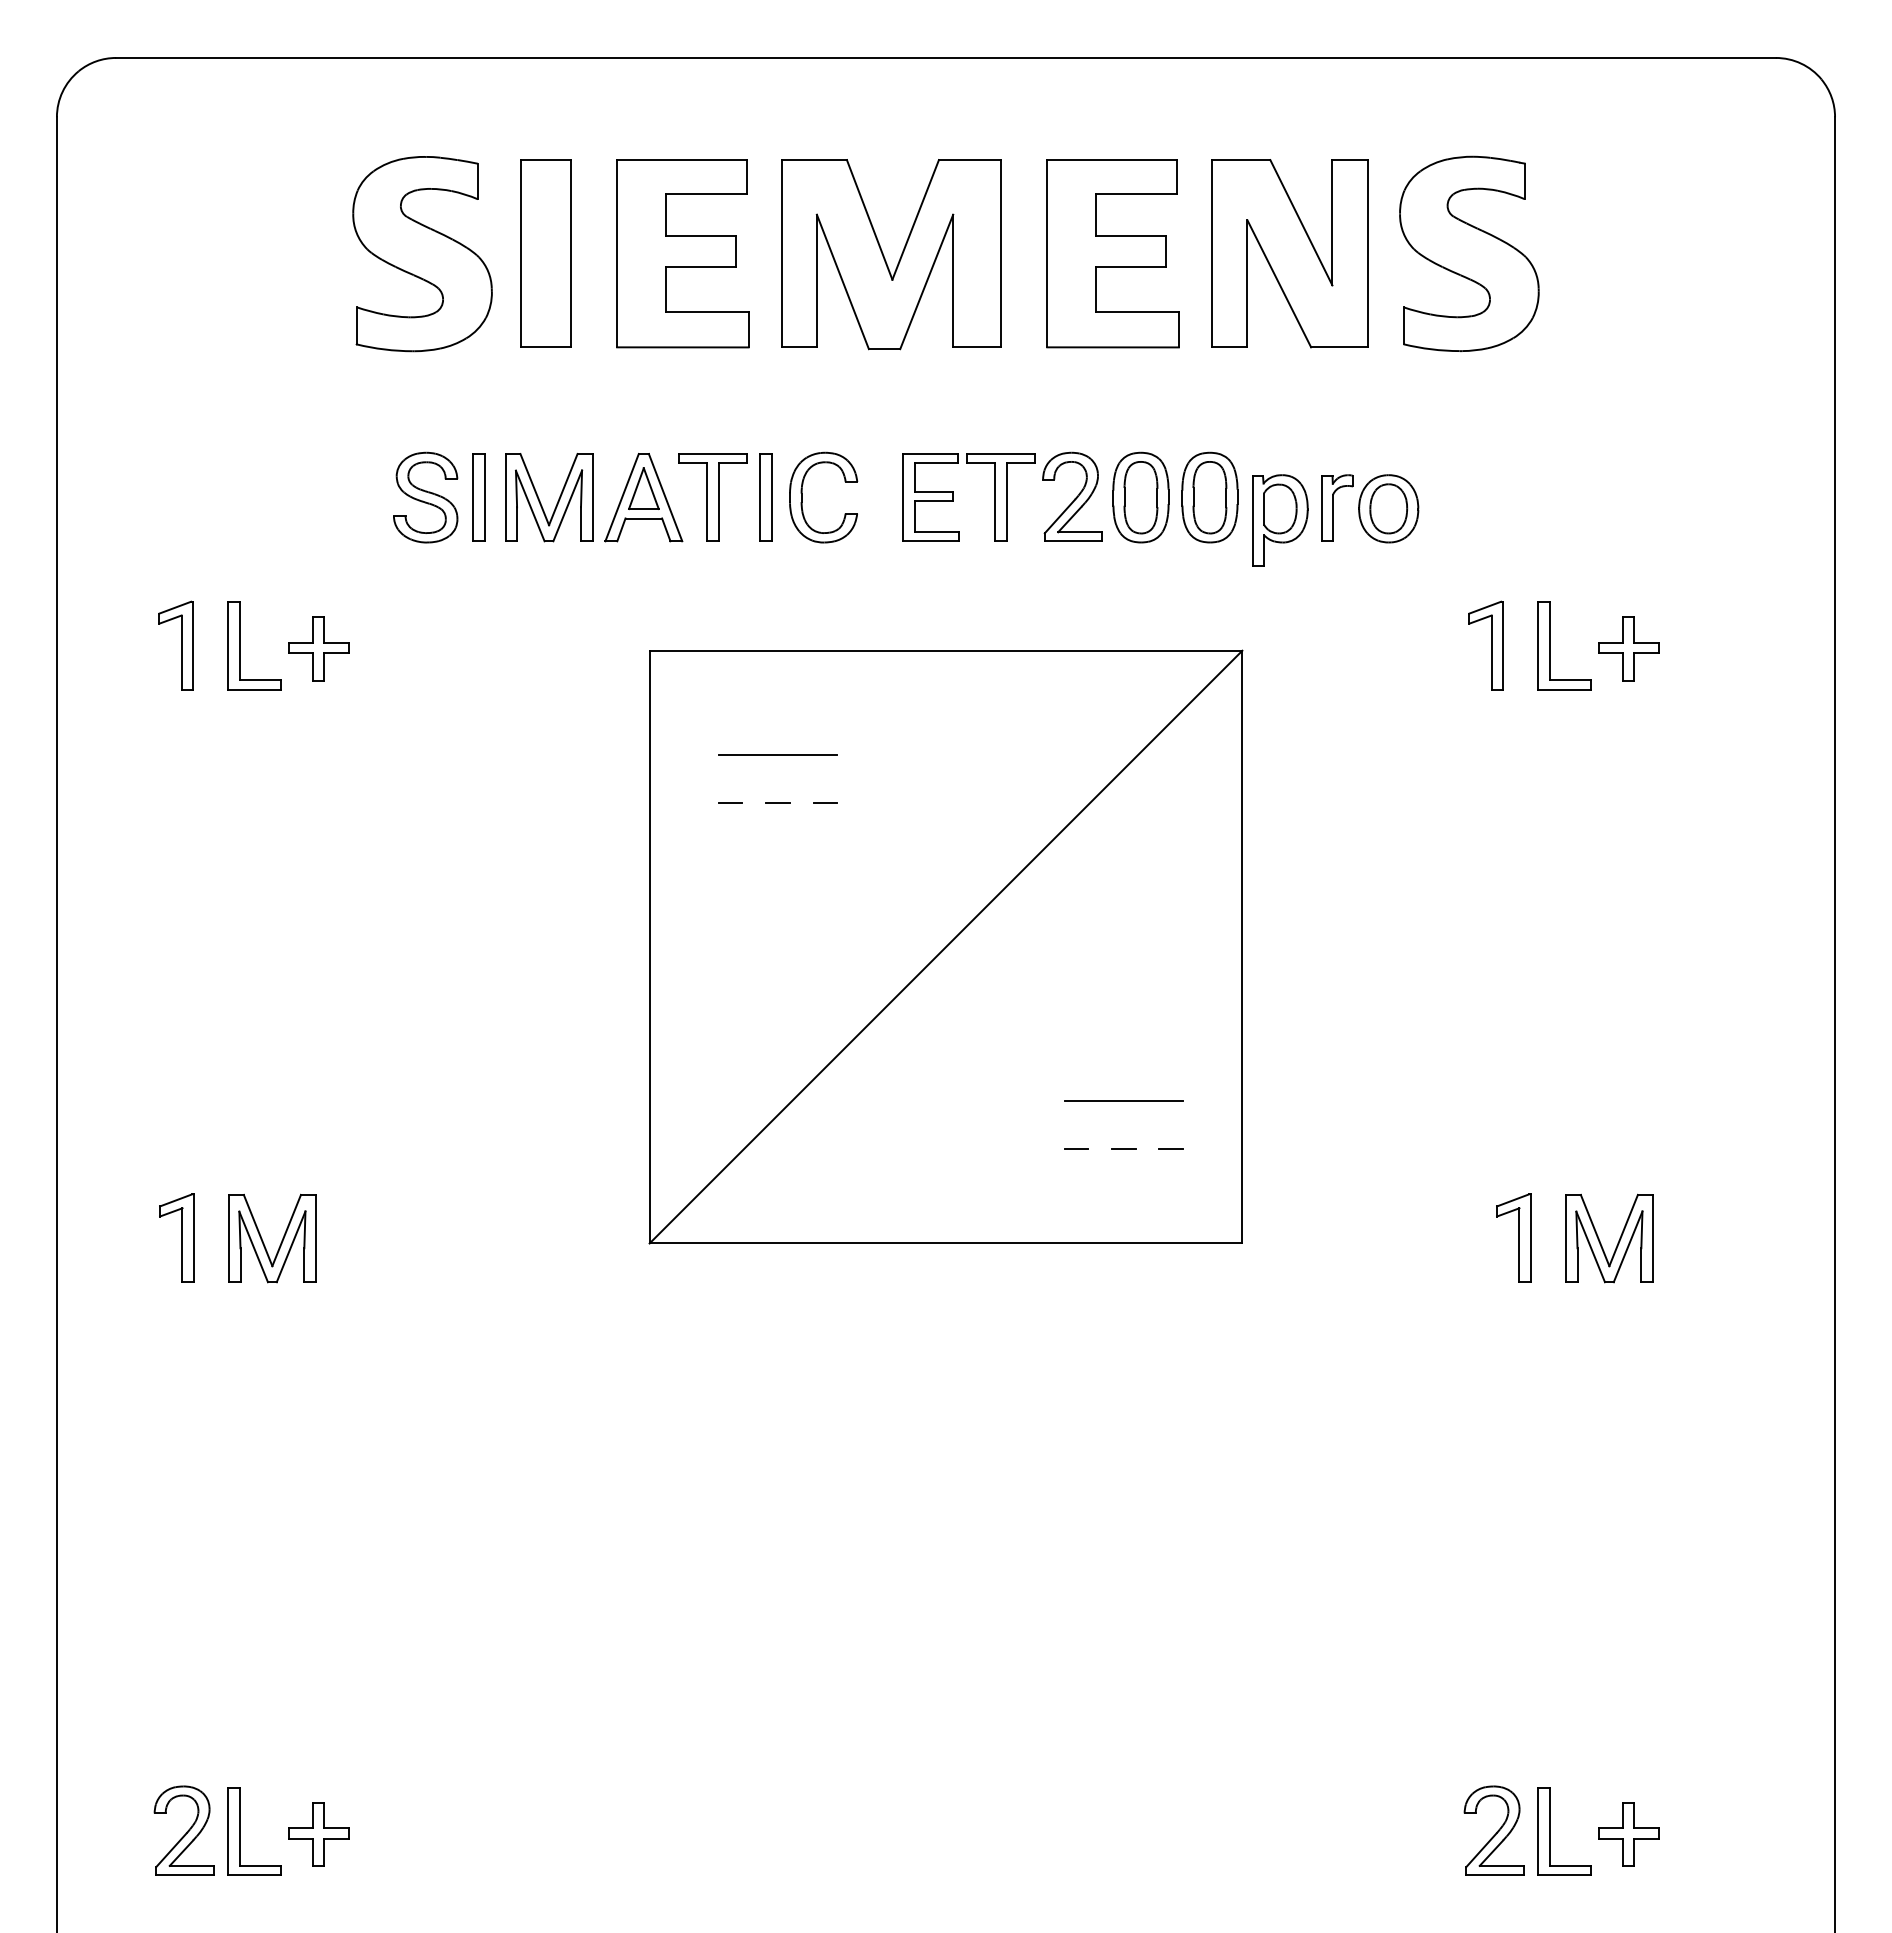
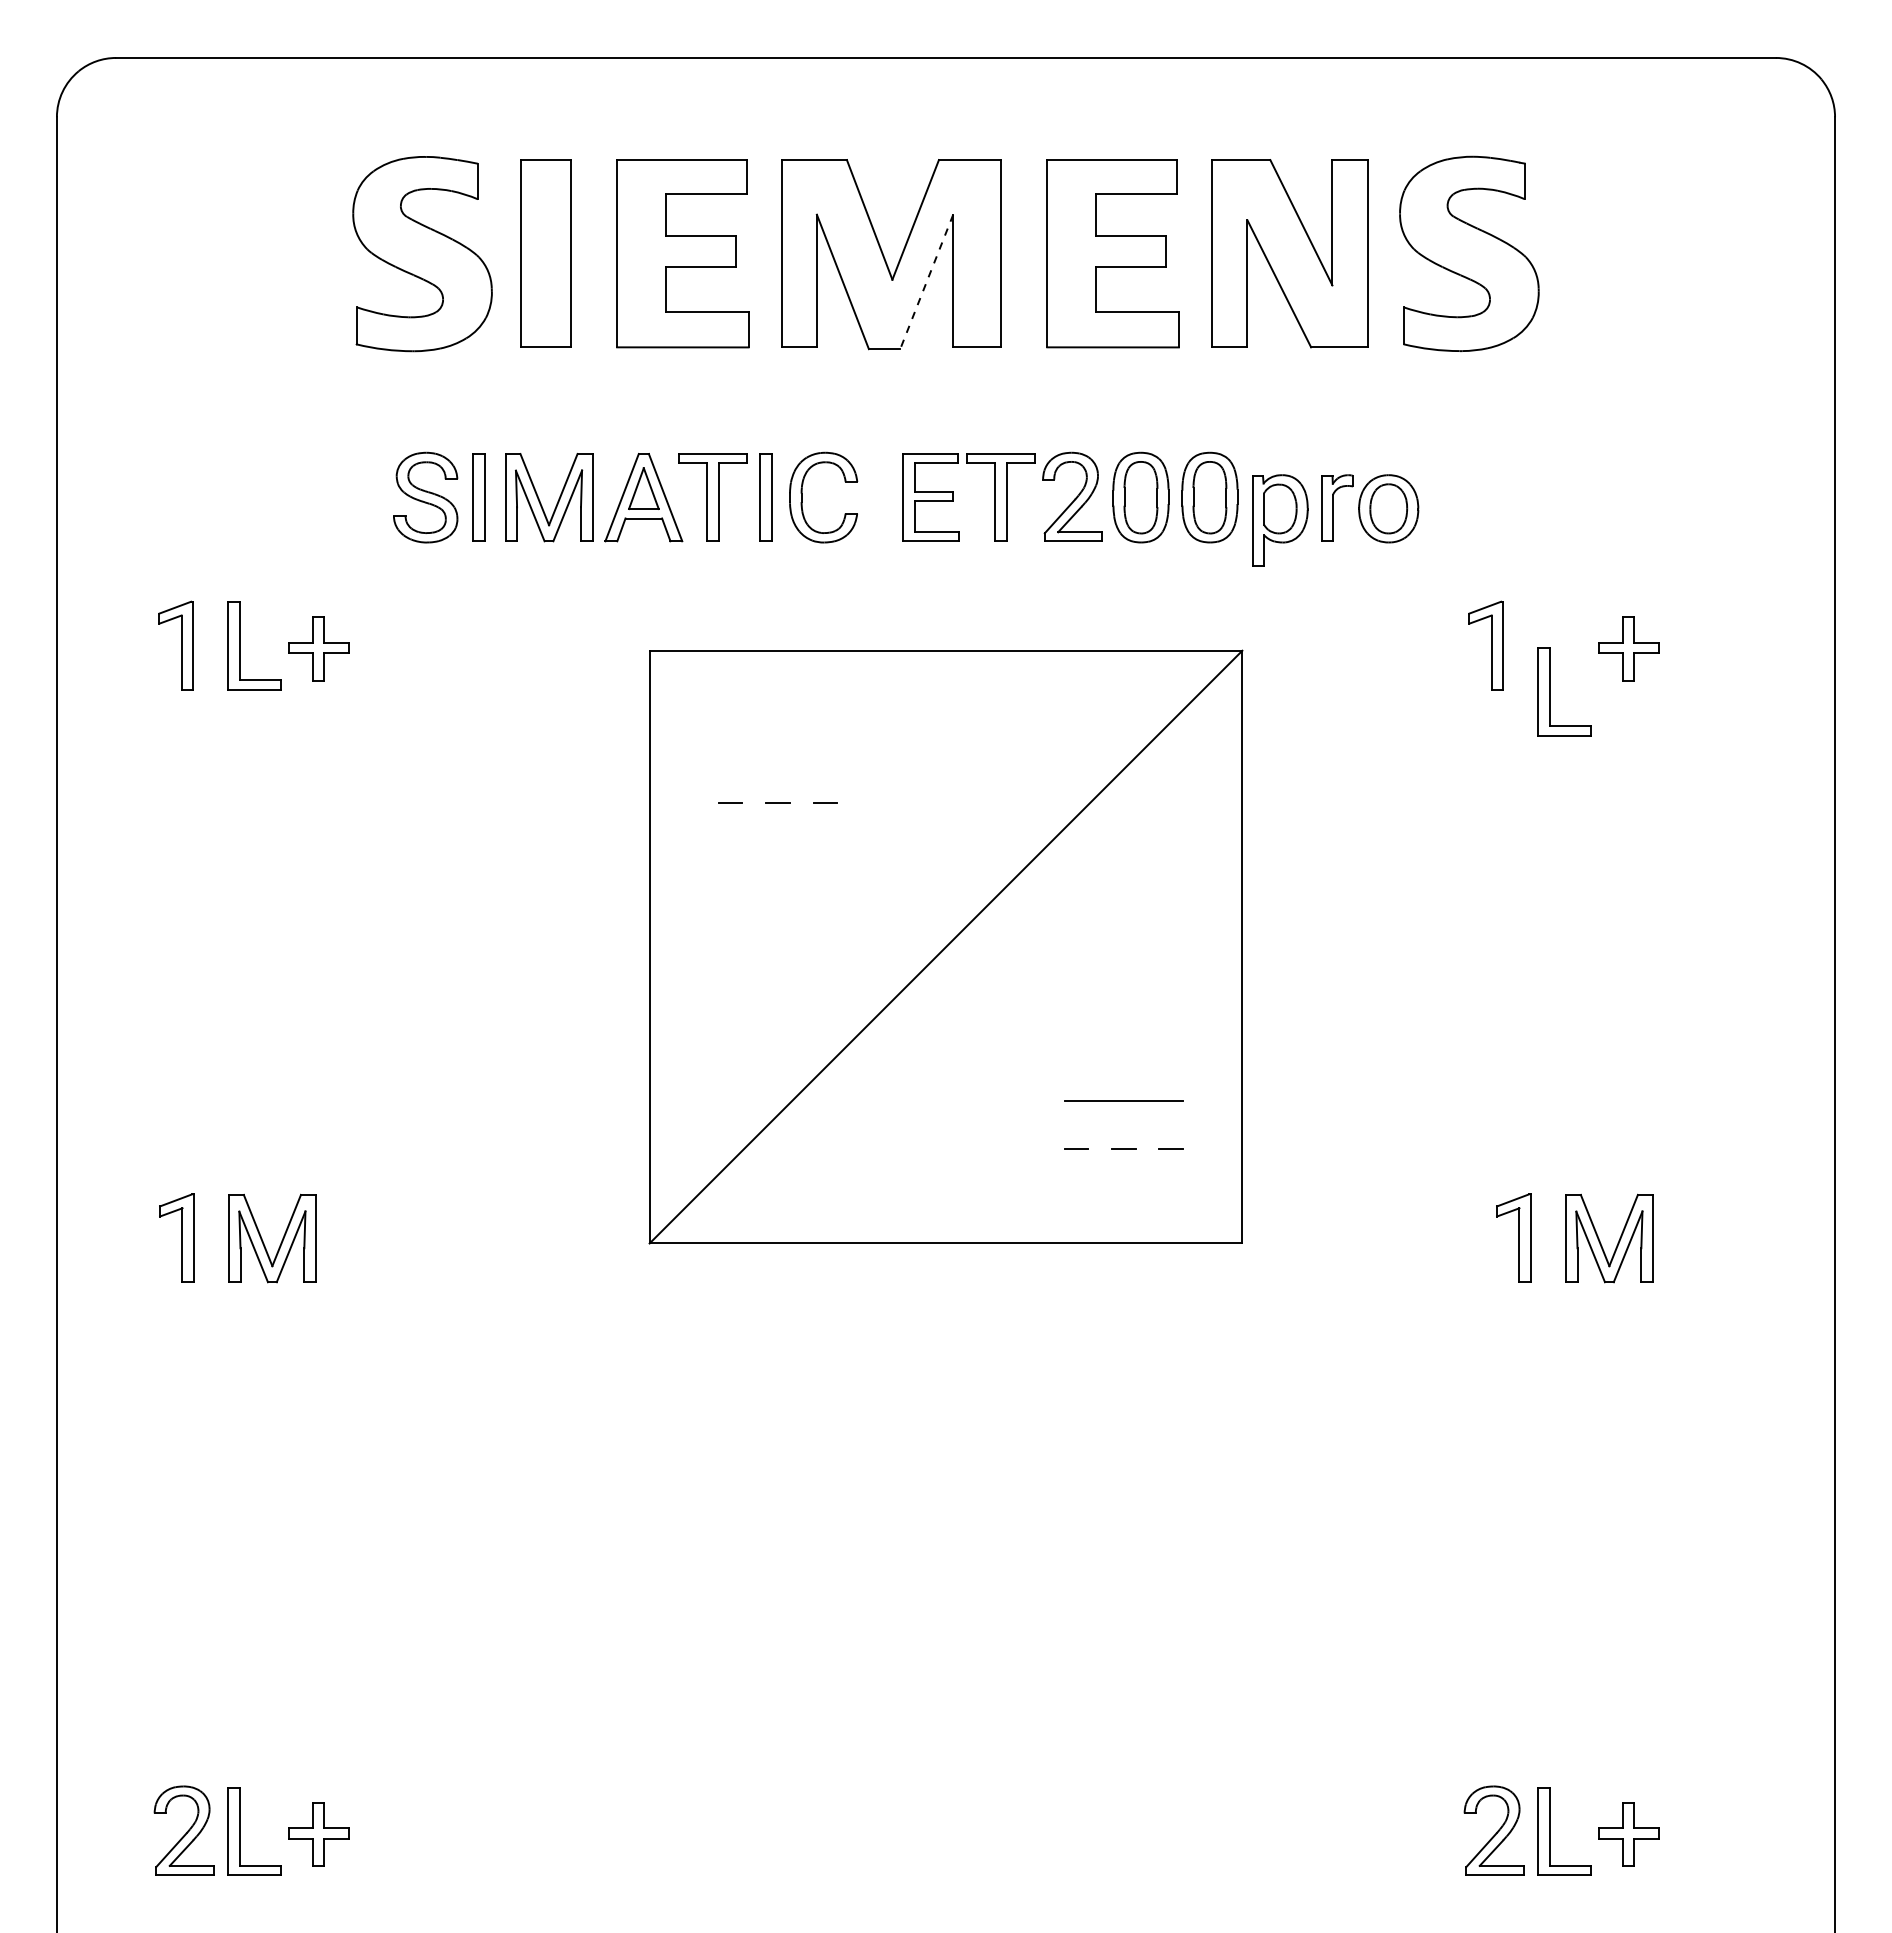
line at (926, 282): solid -> dashed
part at (1550, 645) position: (1550, 645) -> (1550, 691)
line at (777, 755): present -> none
